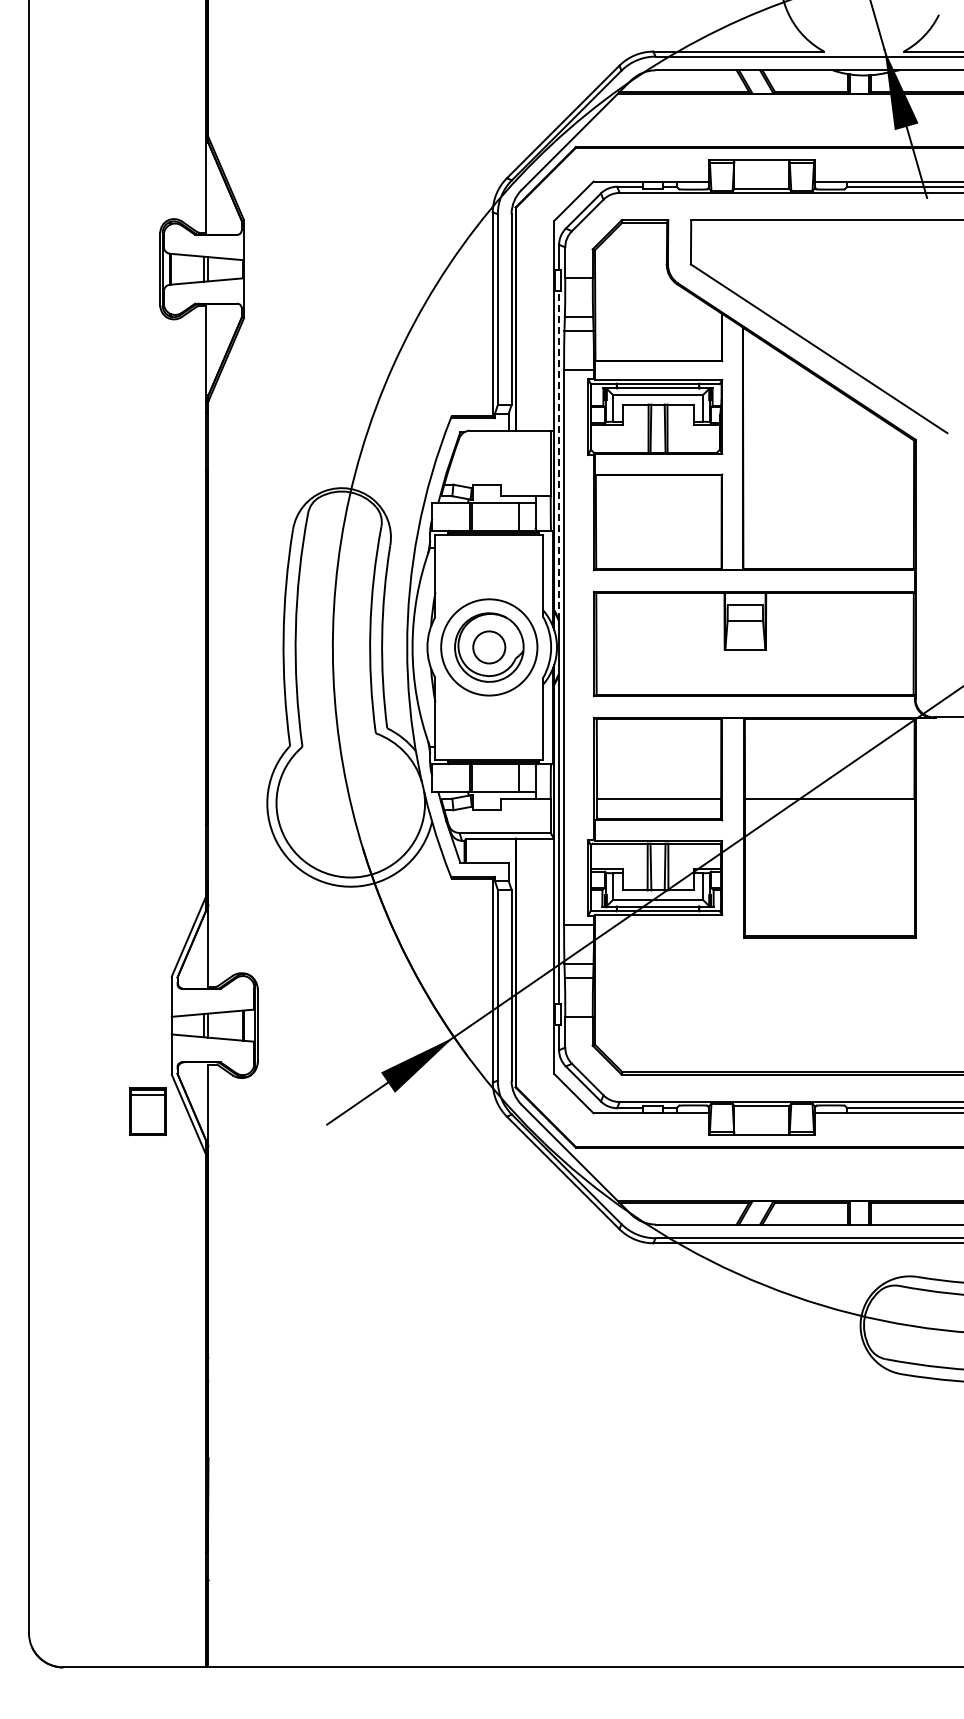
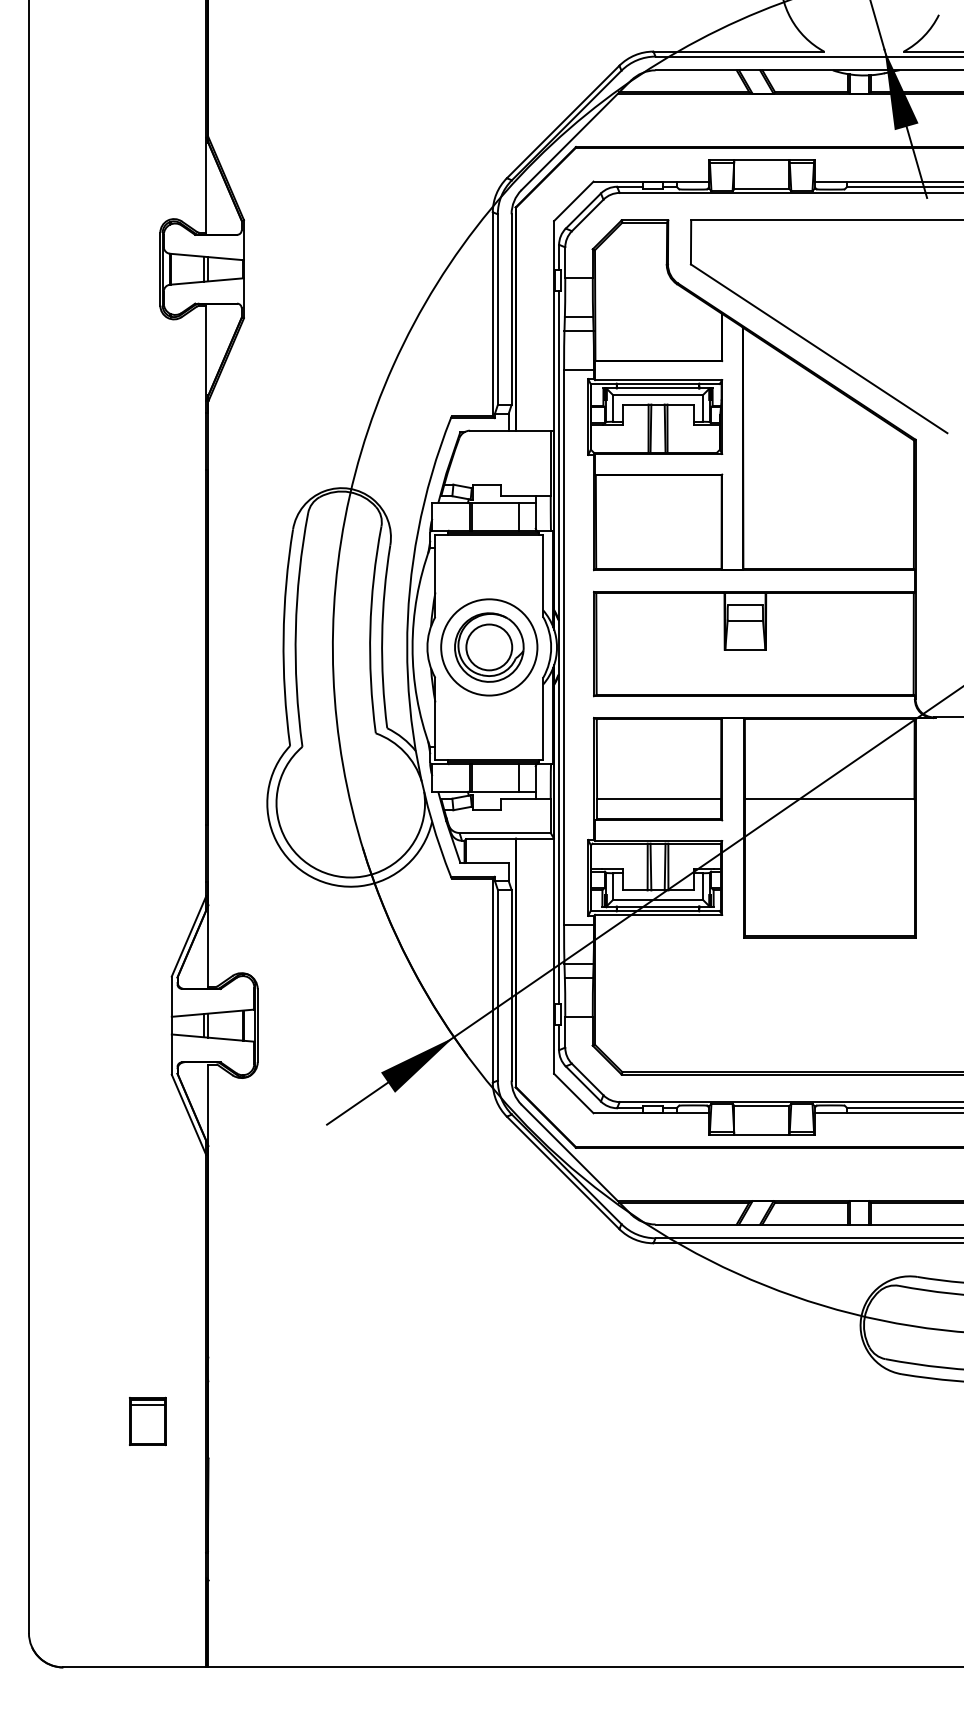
line at (559, 455): dashed -> solid
circle at (489, 647) diameter: 32 px -> 46 px
part at (147, 1111) position: (147, 1111) -> (147, 1421)
